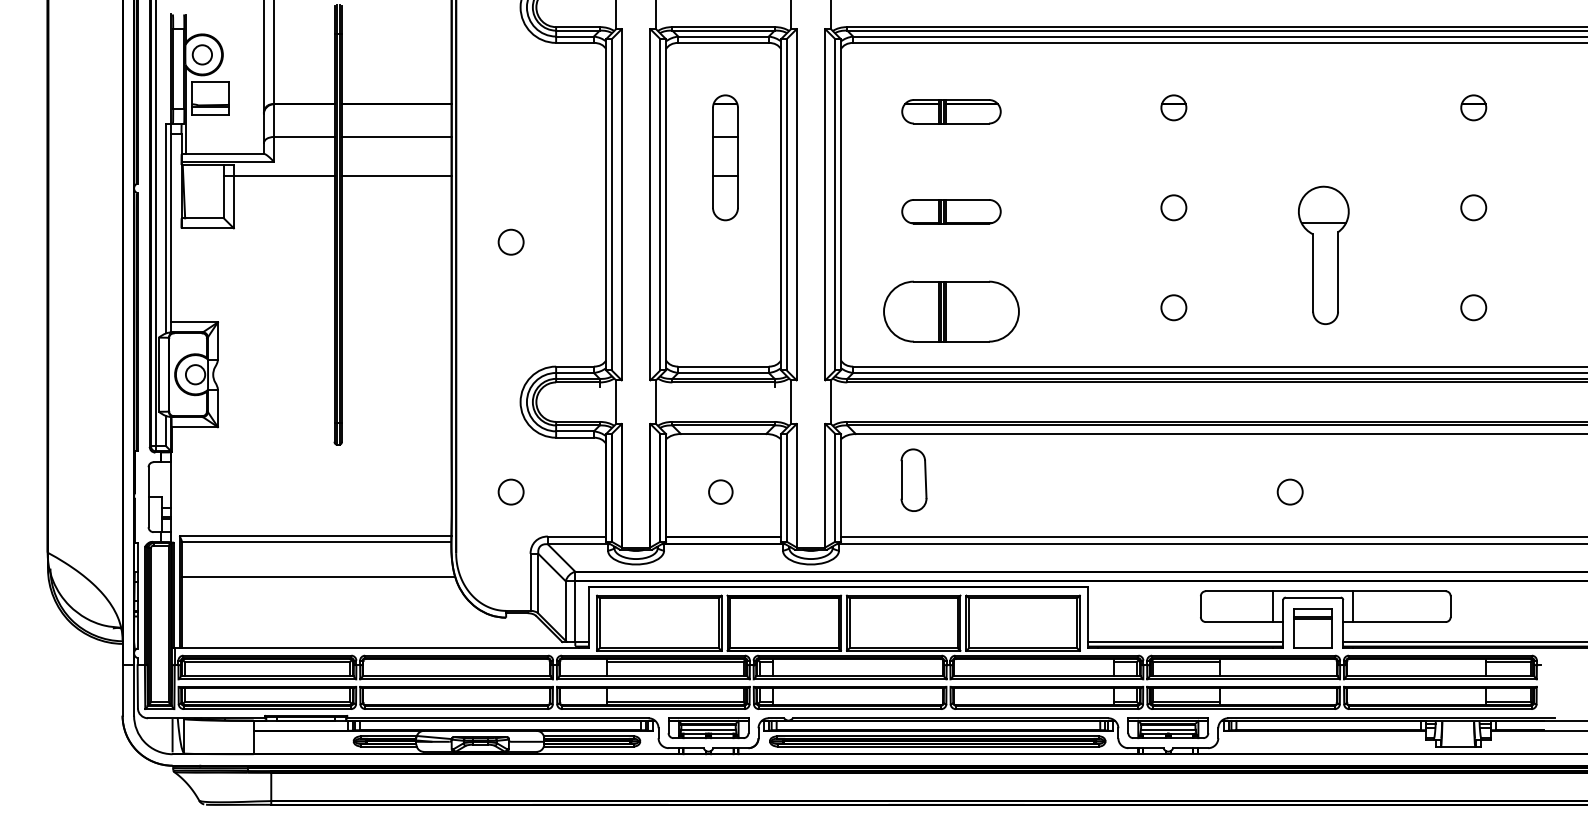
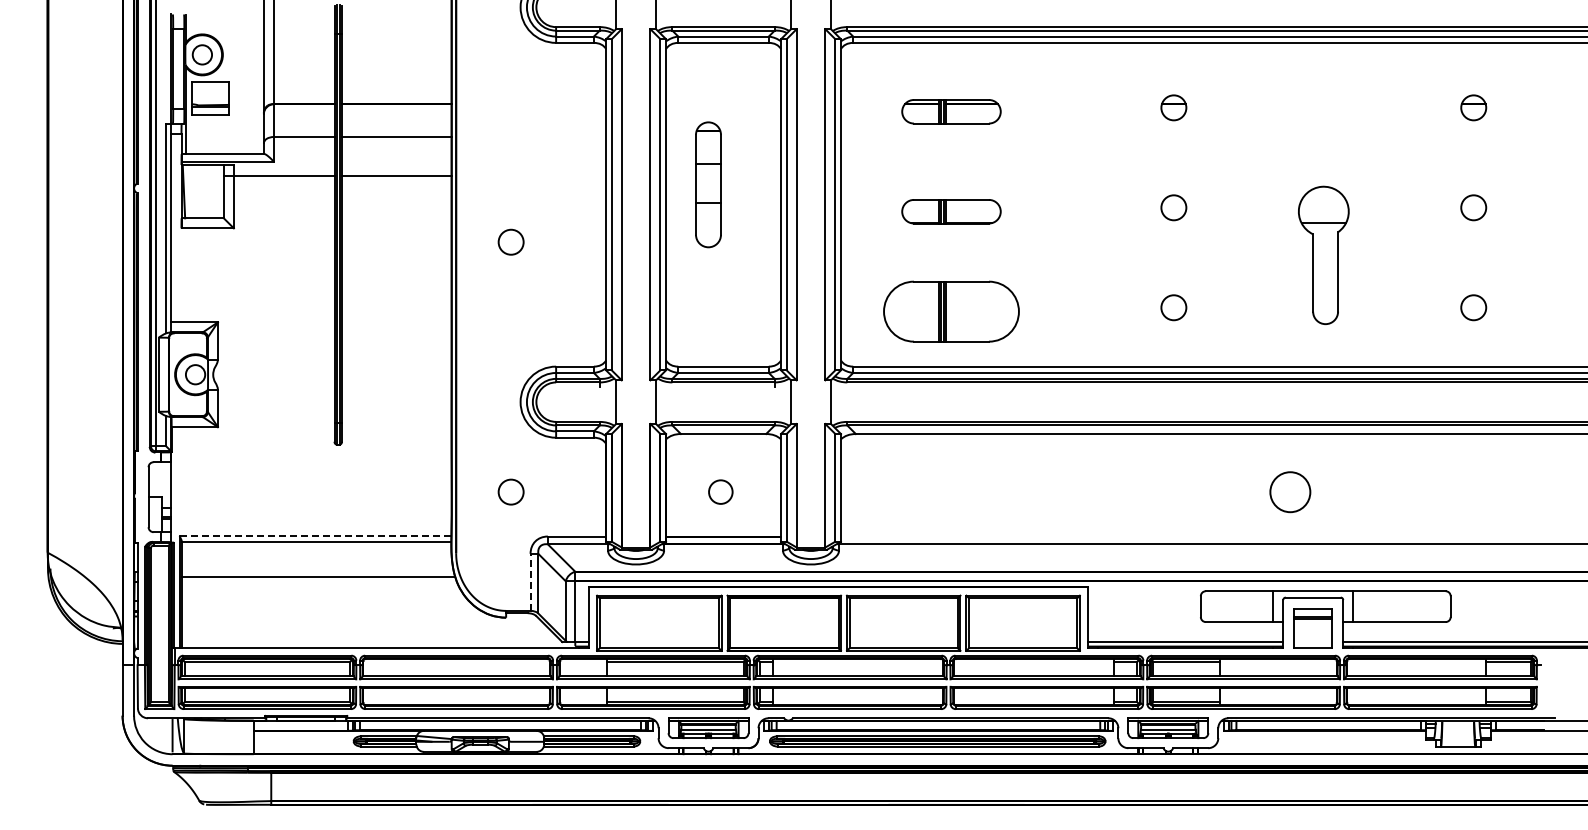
part at (725, 157) position: (725, 157) -> (708, 184)
part at (913, 479): present -> none
circle at (1289, 491) size: 28x28 px -> 43x43 px
line at (315, 536): solid -> dashed
line at (1212, 536): present -> none
line at (530, 582): solid -> dashed
